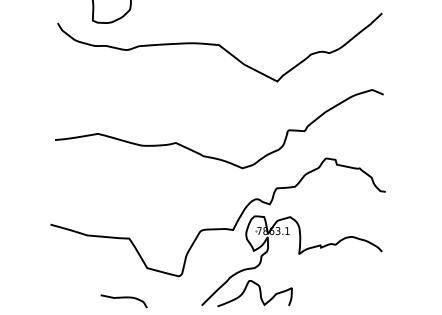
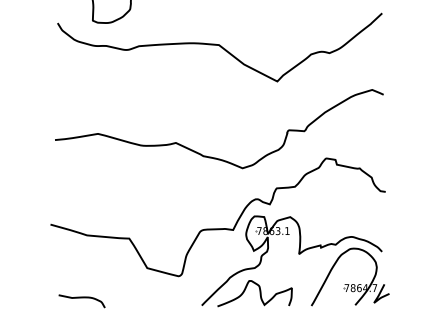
part at (349, 284): none -> present
curve at (123, 298) position: (123, 298) -> (81, 298)
